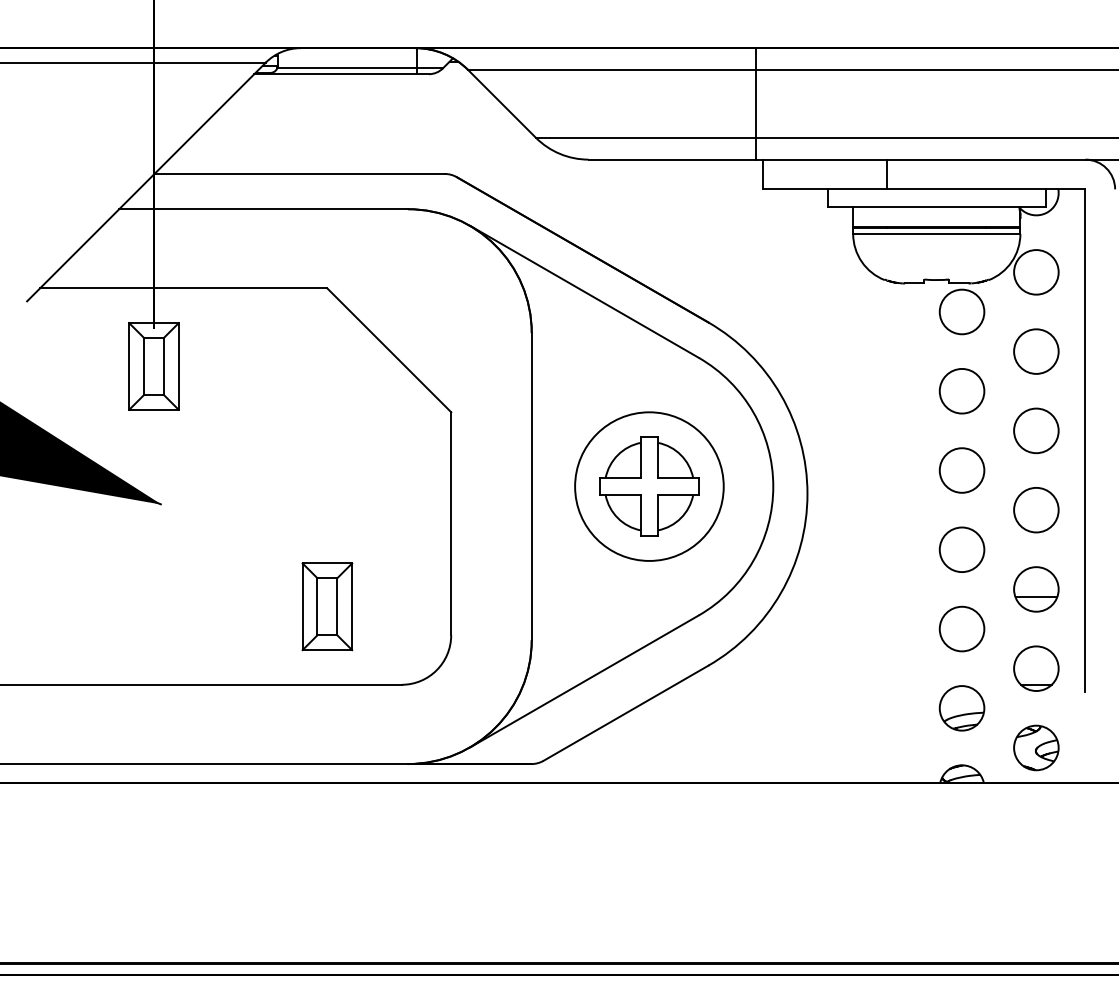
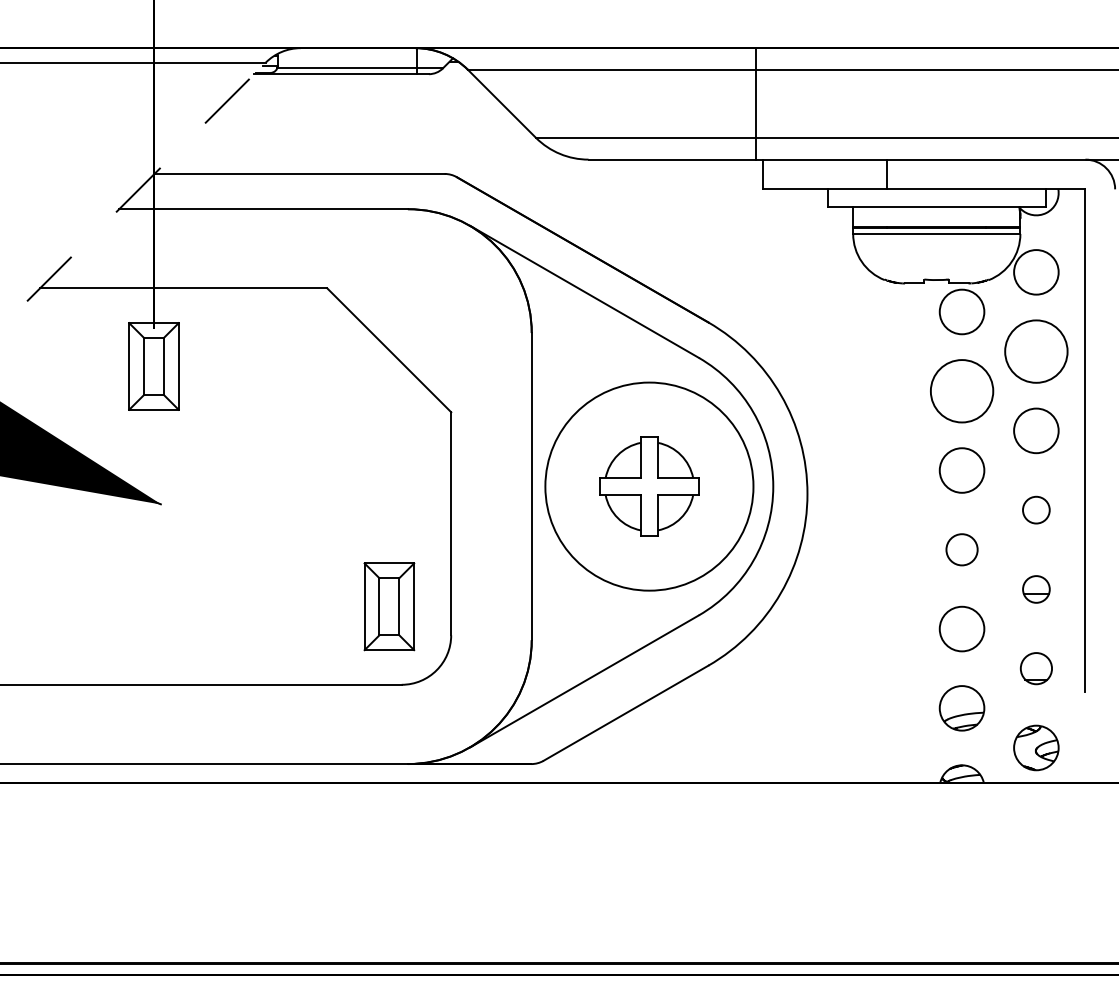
line at (146, 182): solid -> dashed
circle at (1036, 351) diameter: 45 px -> 62 px
circle at (961, 390) diameter: 45 px -> 62 px
circle at (649, 486) diameter: 149 px -> 208 px
circle at (1036, 509) diameter: 45 px -> 27 px
circle at (961, 549) diameter: 45 px -> 31 px
part at (1036, 589) size: 47x47 px -> 29x29 px
part at (327, 606) position: (327, 606) -> (389, 606)
part at (1036, 668) size: 47x47 px -> 34x34 px
